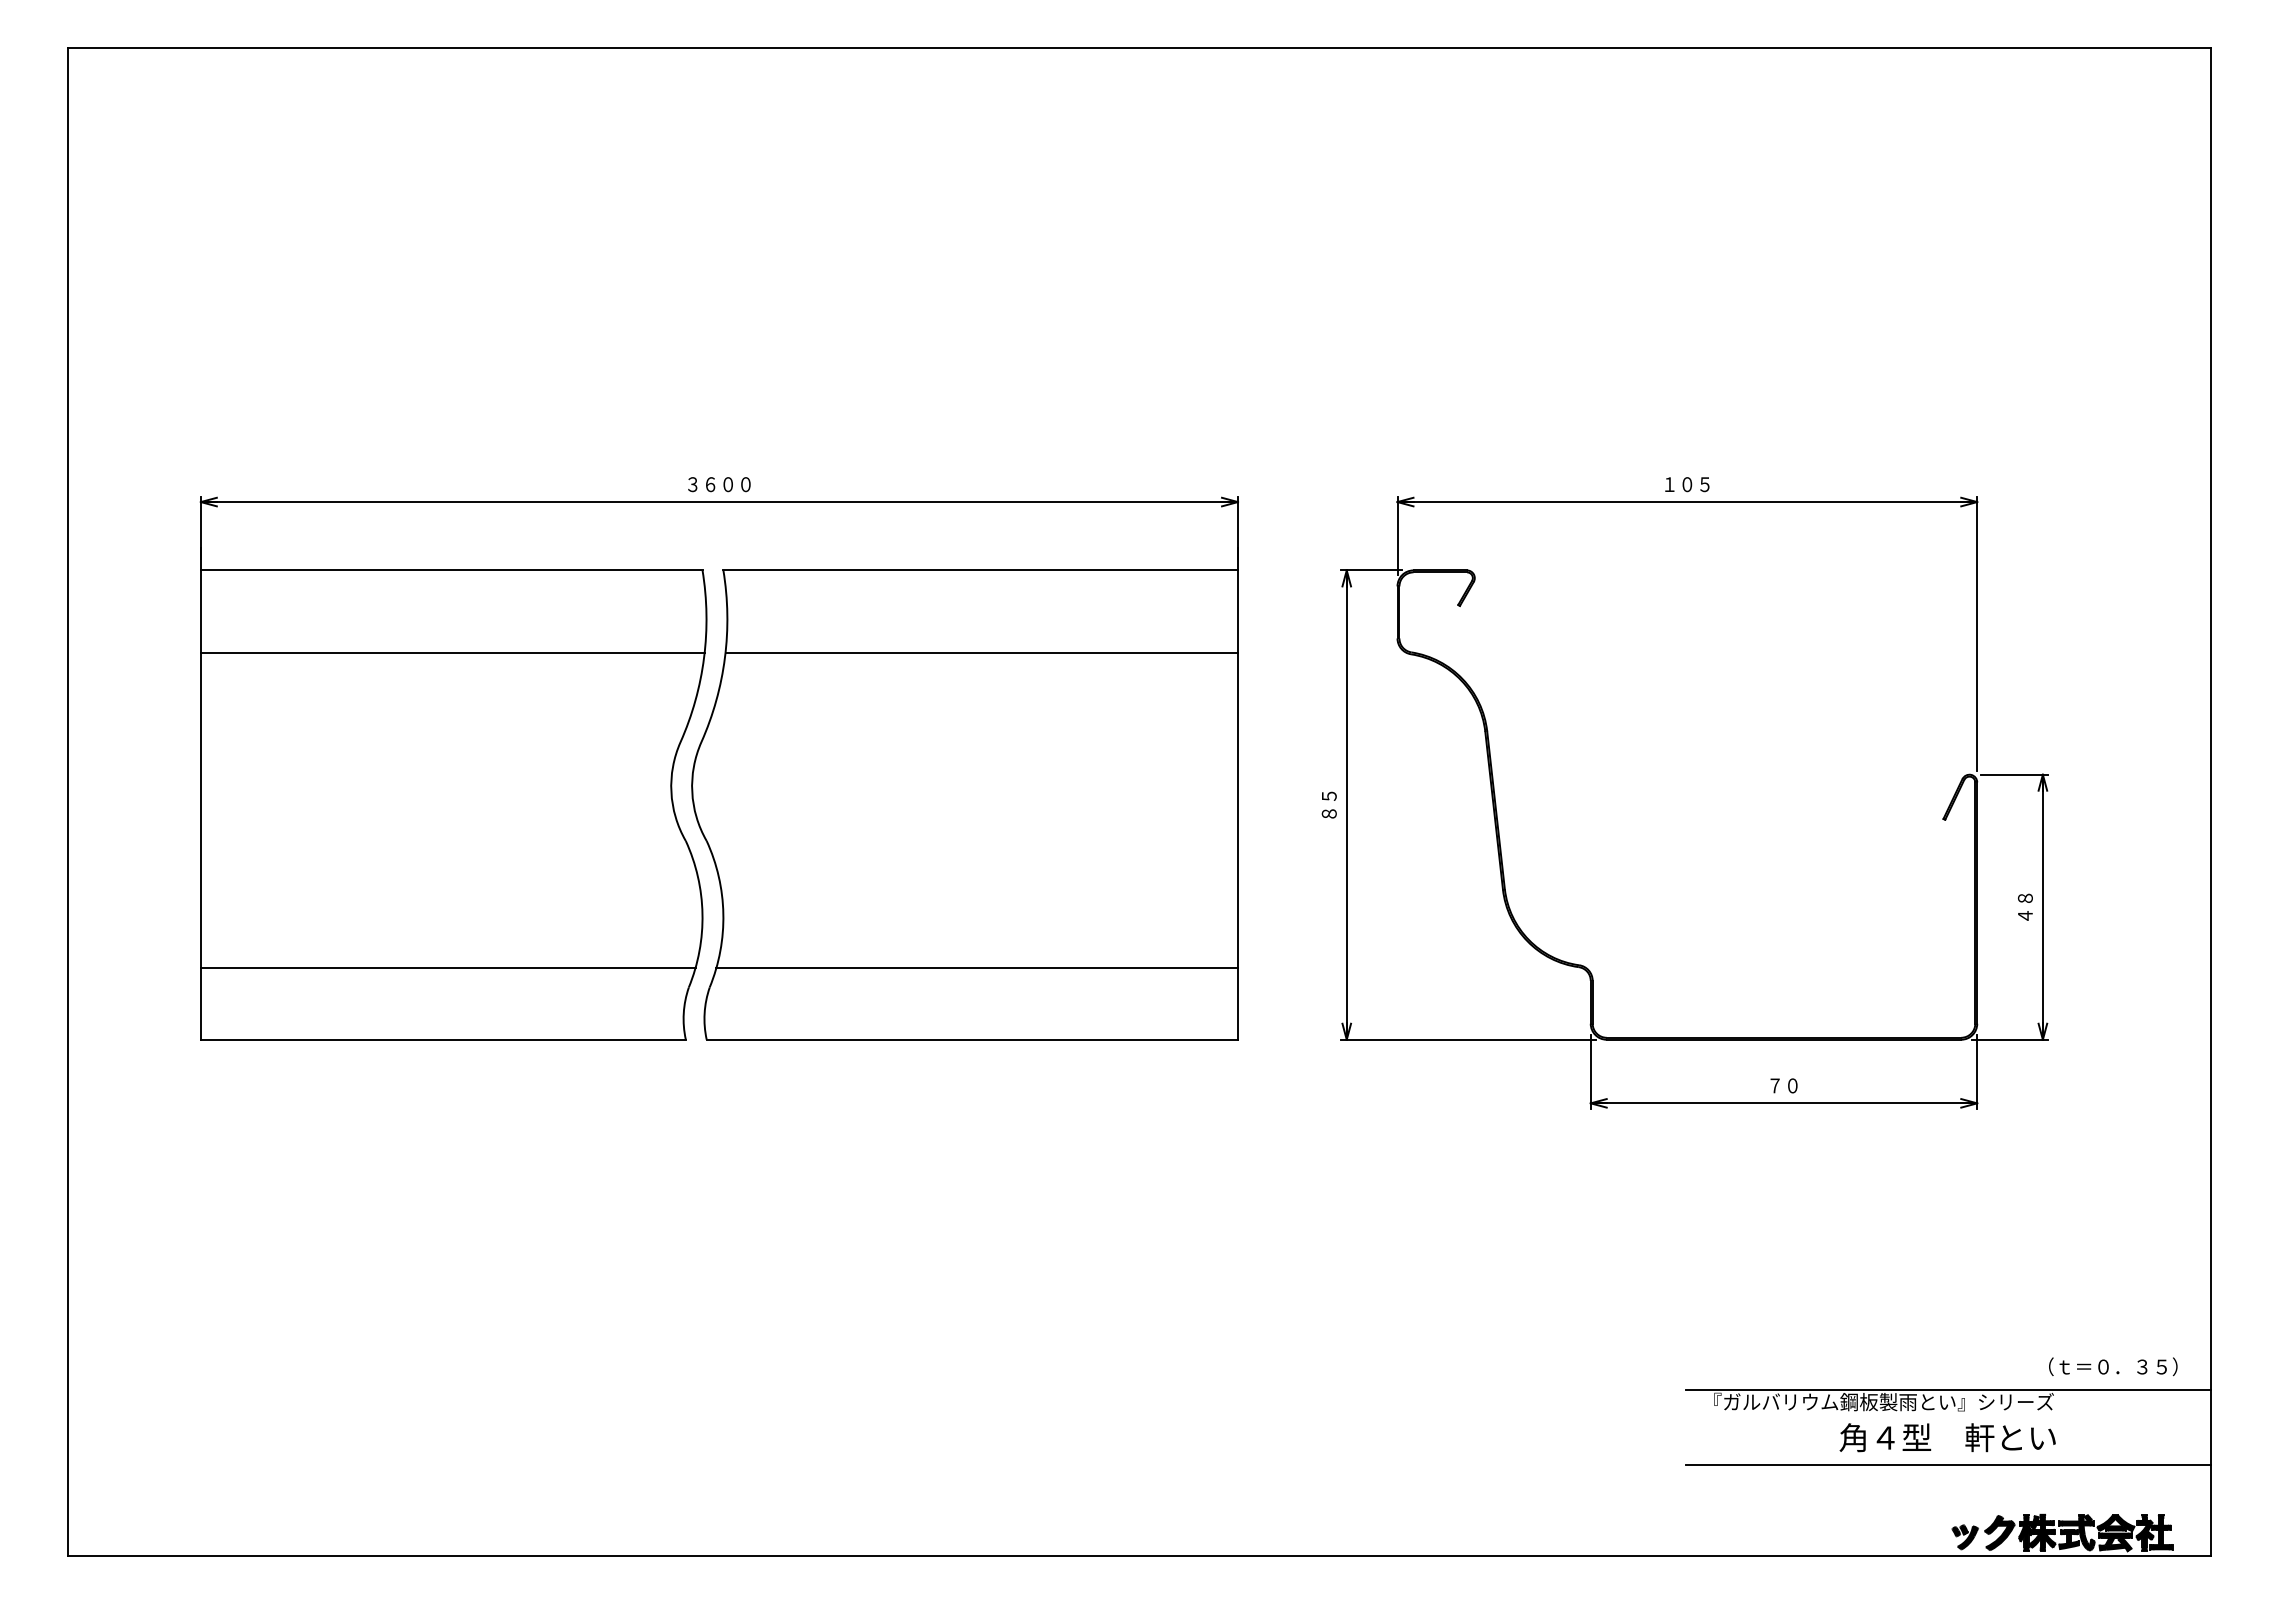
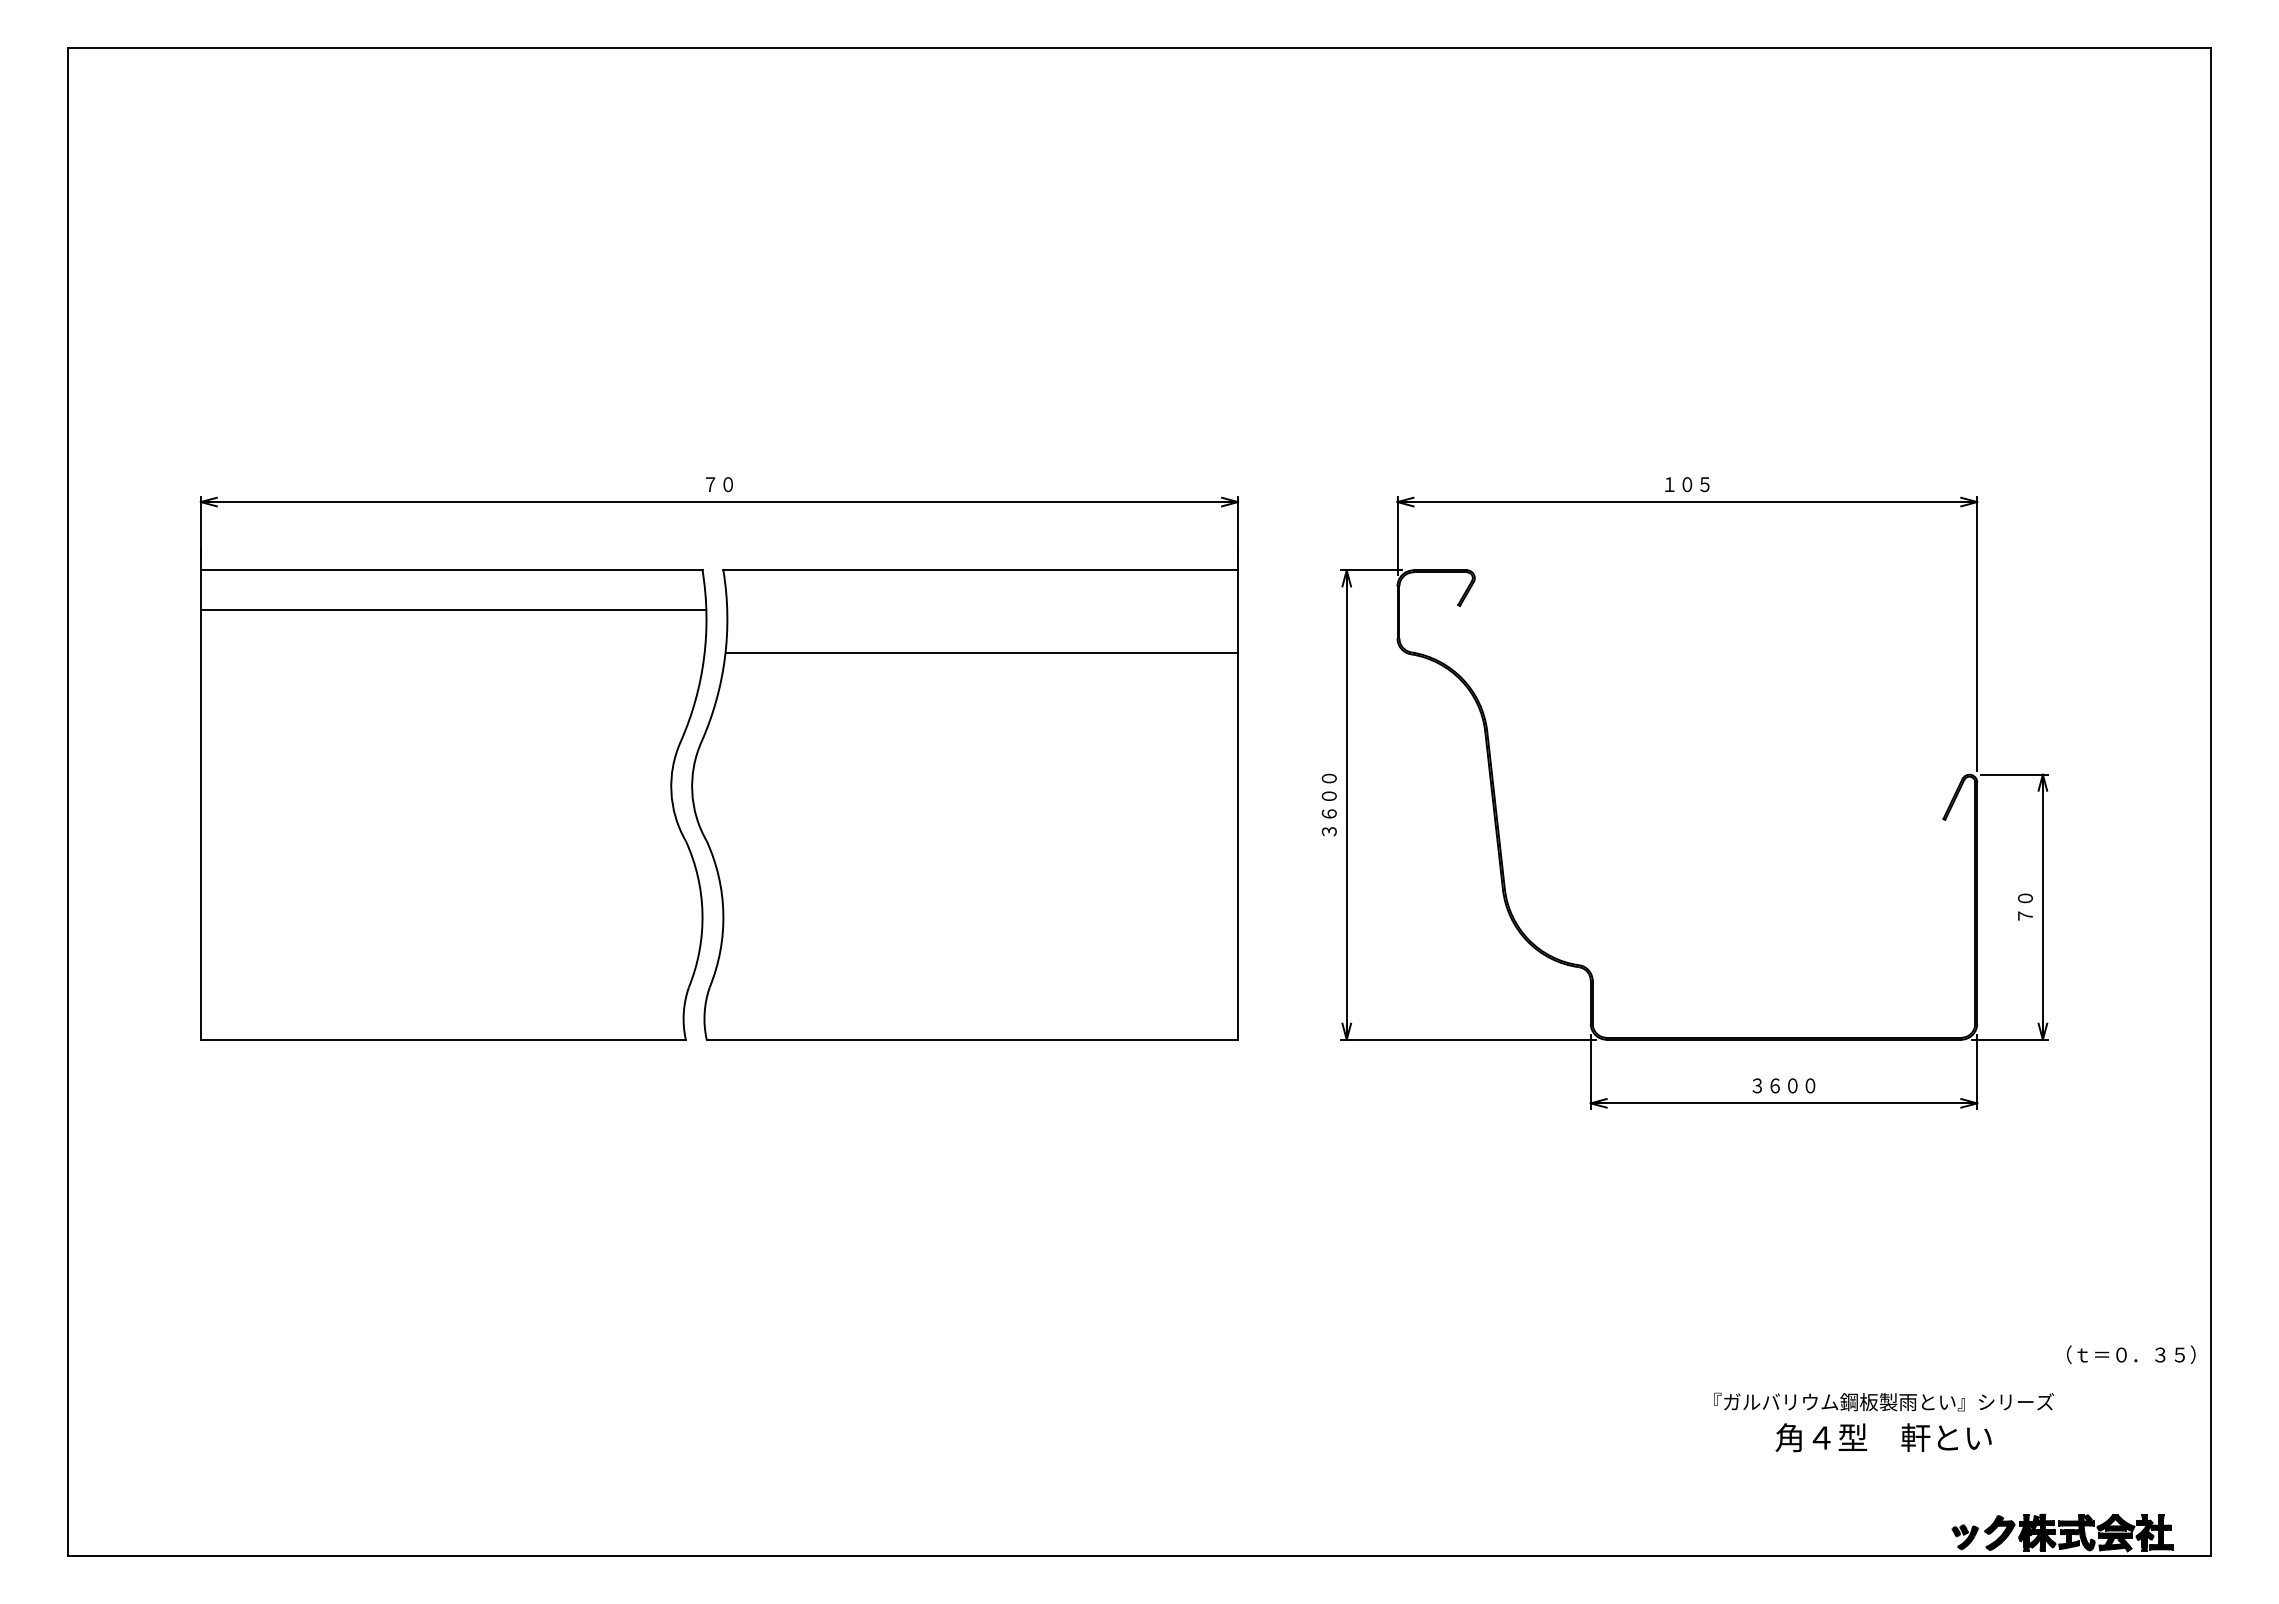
text at (719, 484): ３６００ -> ７０
line at (452, 653) position: (452, 653) -> (452, 610)
text at (1328, 804): ８５ -> ３６００
text at (2025, 906): ４８ -> ７０
line at (447, 967): present -> none
line at (976, 967): present -> none
text at (1783, 1085): ７０ -> ３６００
text at (2113, 1366) position: (2113, 1366) -> (2131, 1354)
line at (1948, 1390): present -> none
text at (1947, 1437) position: (1947, 1437) -> (1883, 1437)
line at (1948, 1464): present -> none
